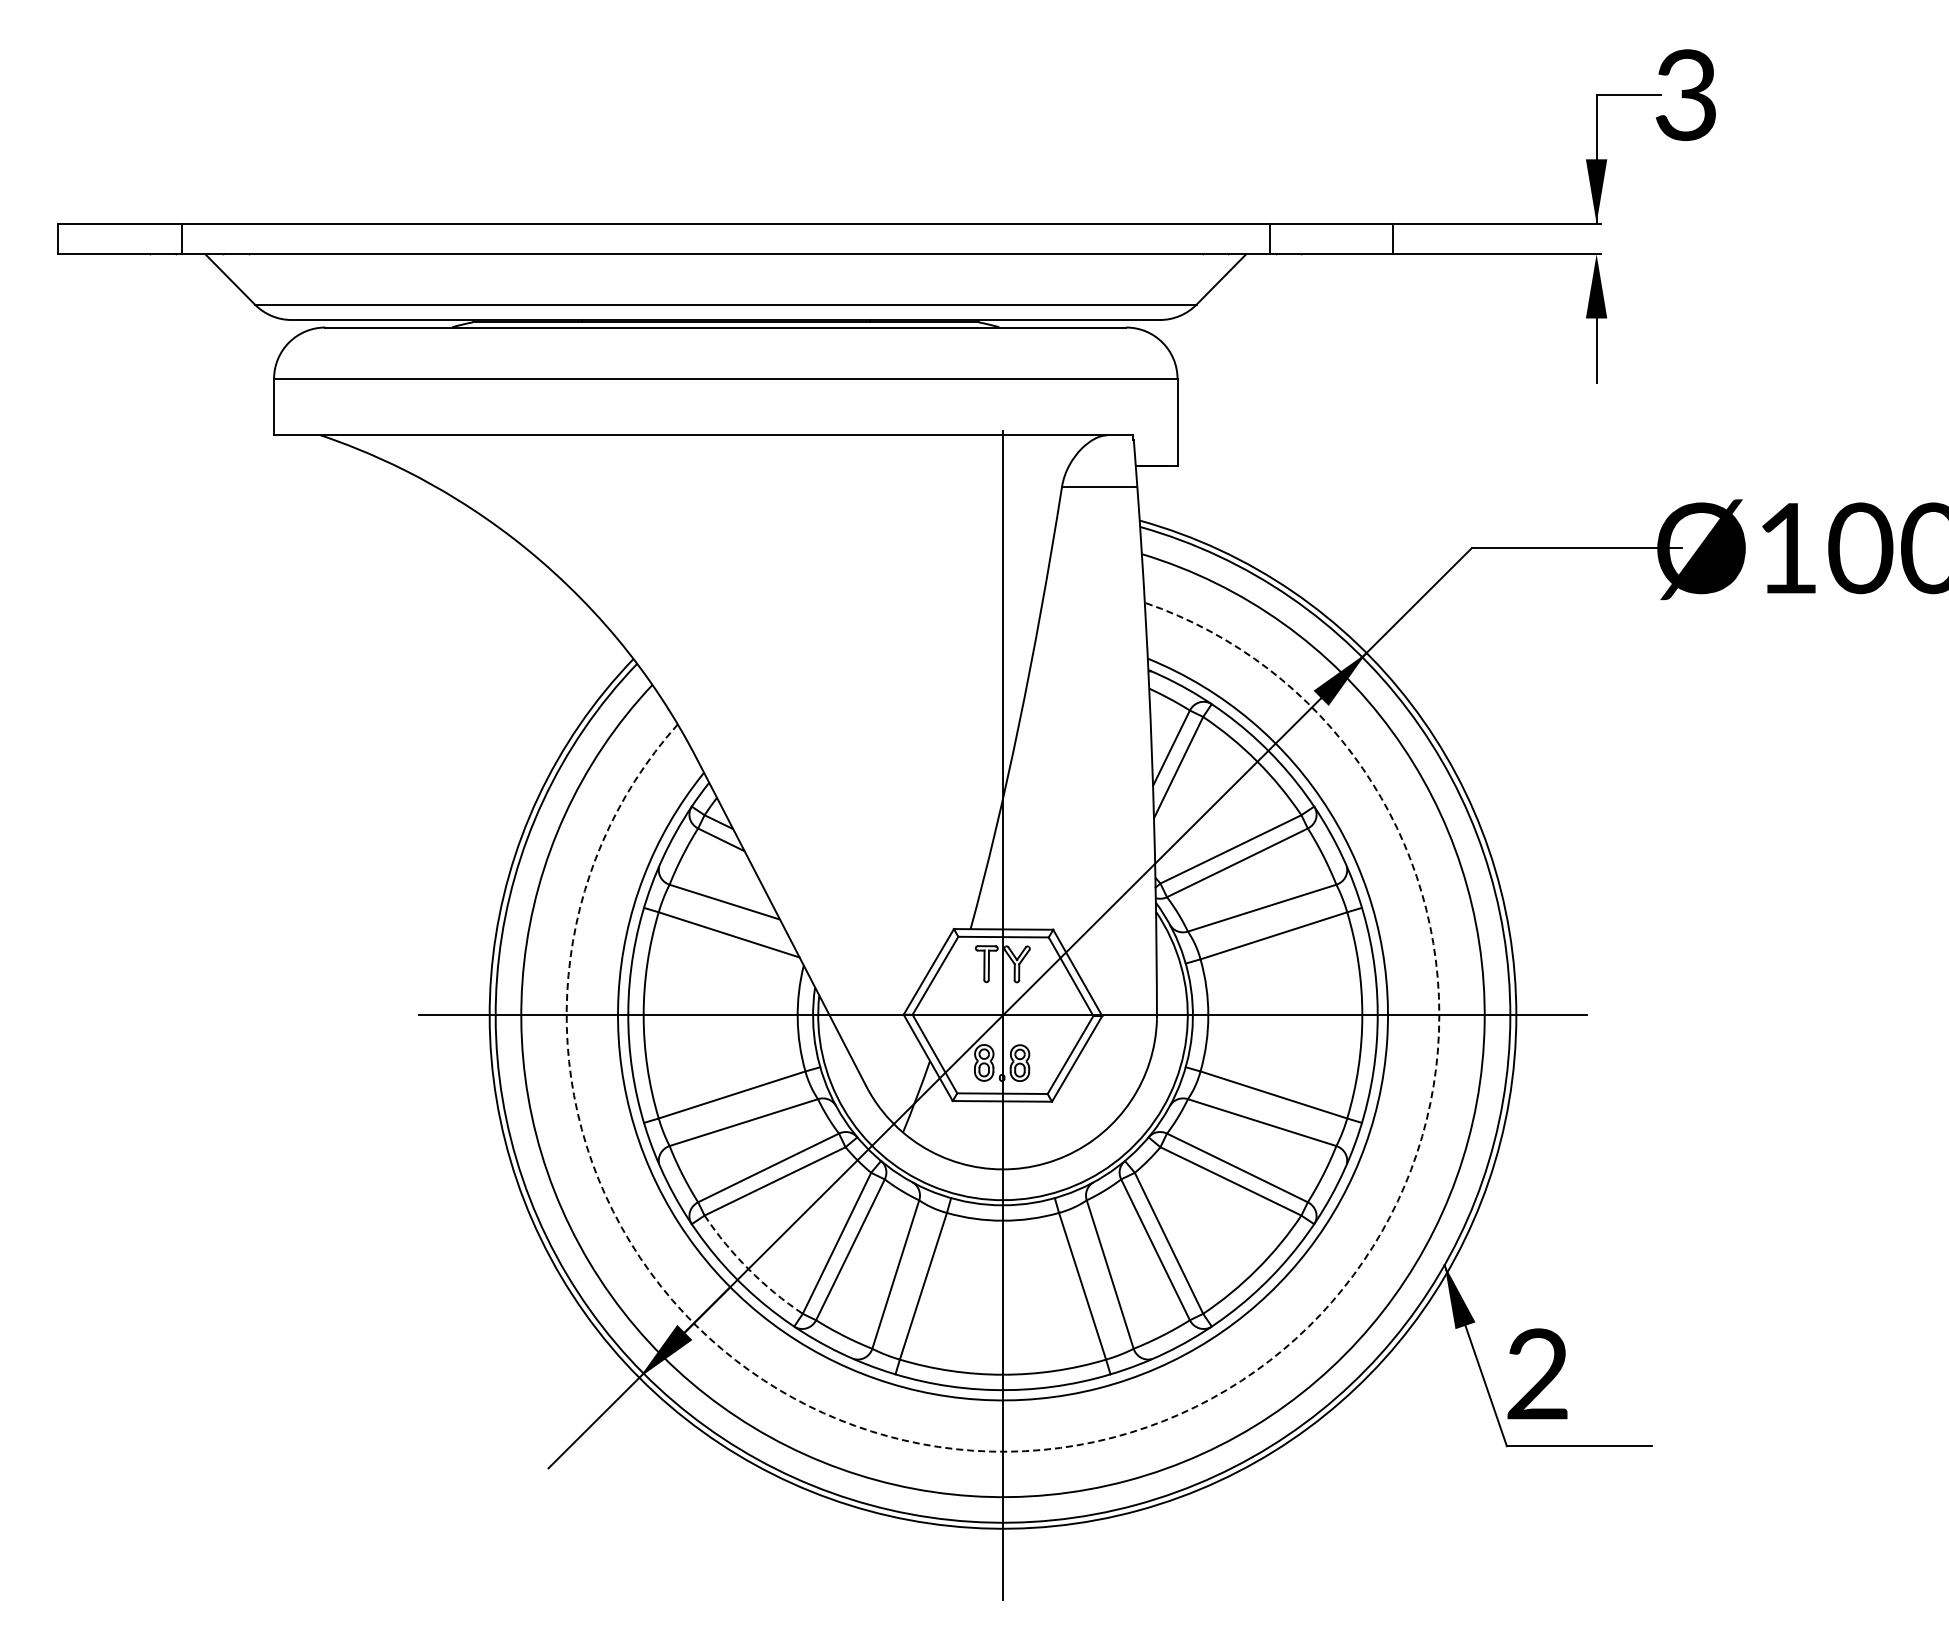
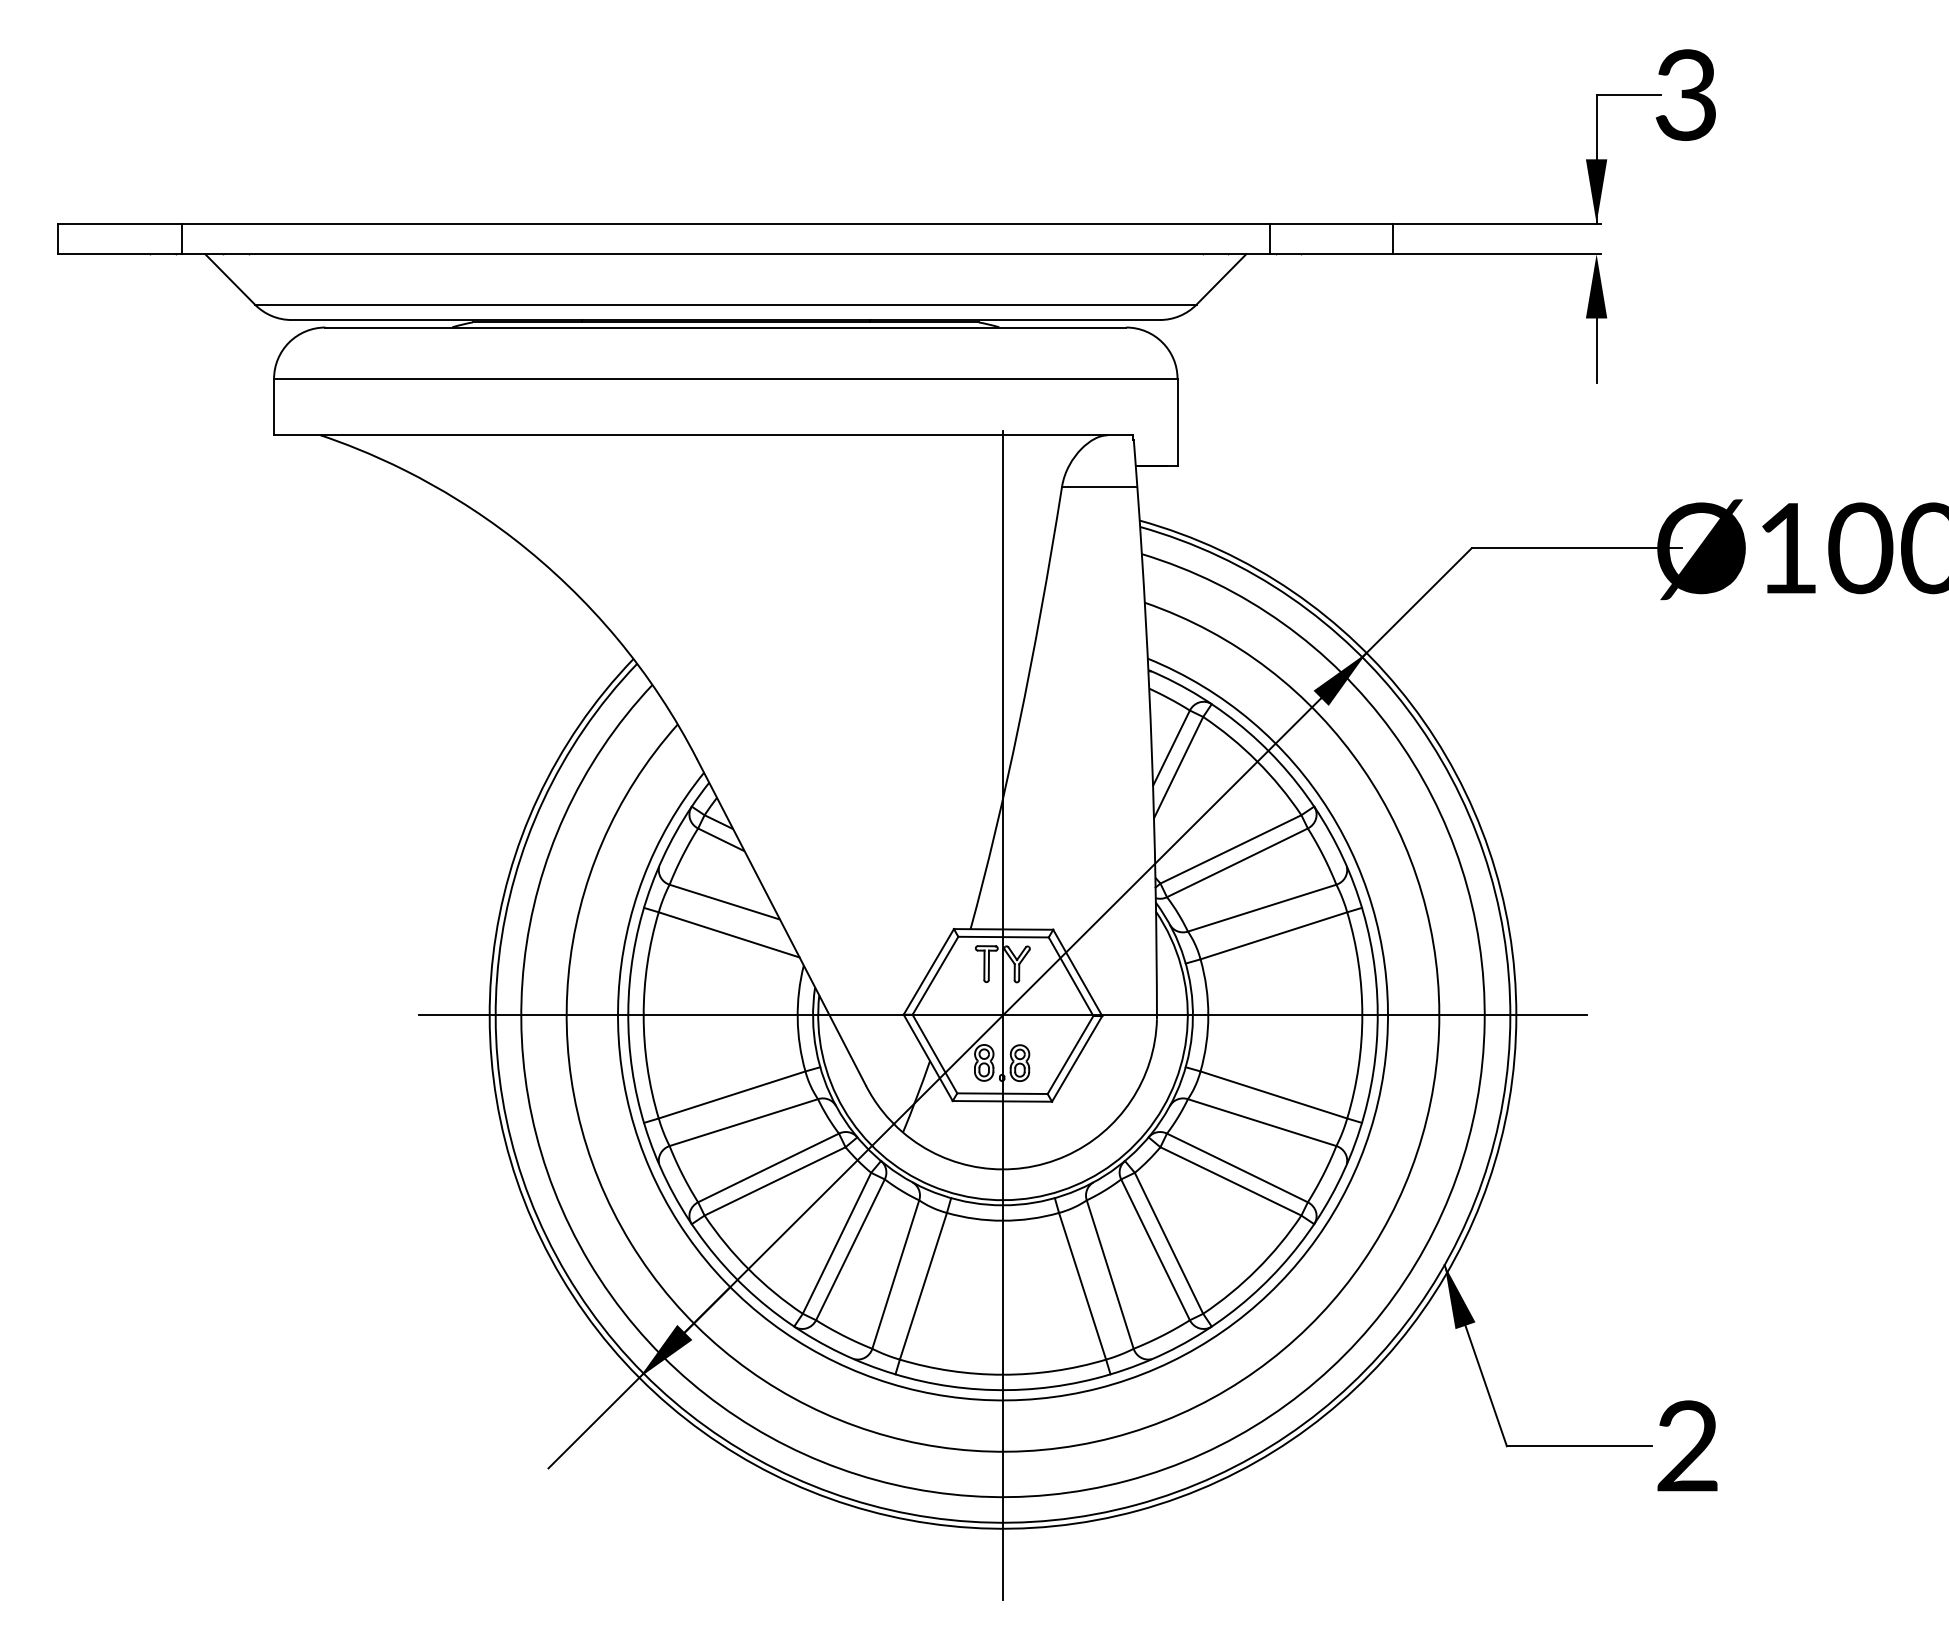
arc at (748, 1269): dashed -> solid
text at (1537, 1373) position: (1537, 1373) -> (1687, 1445)
arc at (1113, 1437): dashed -> solid
